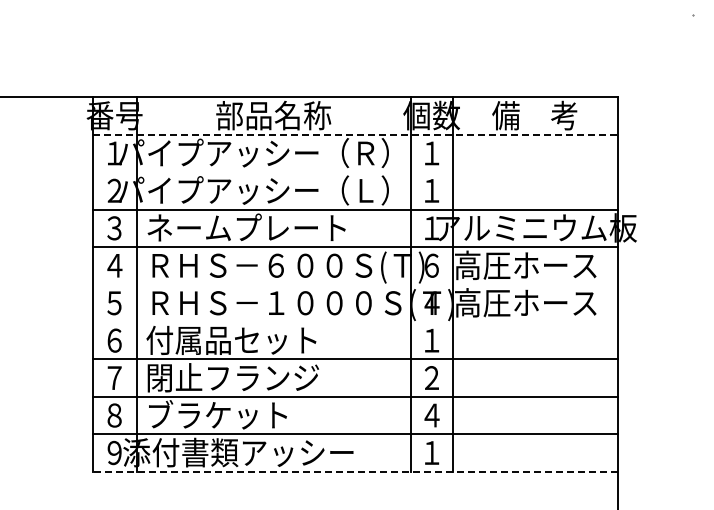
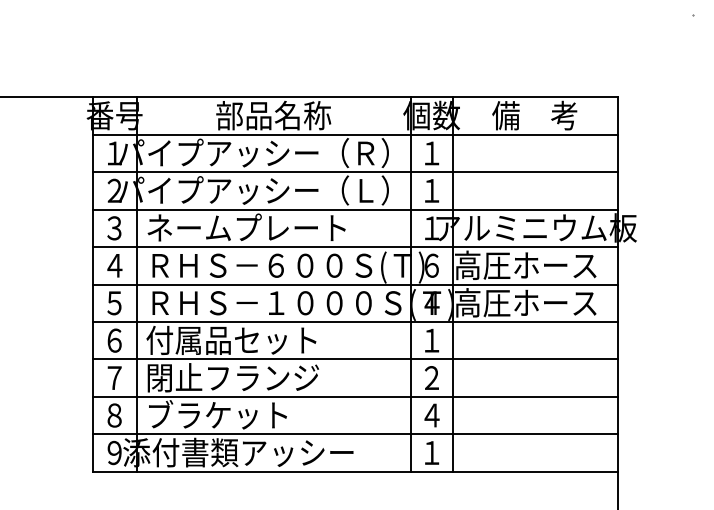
line at (355, 134): dashed -> solid
line at (354, 172): none -> present
line at (354, 284): none -> present
line at (354, 321): none -> present
line at (354, 471): dashed -> solid
